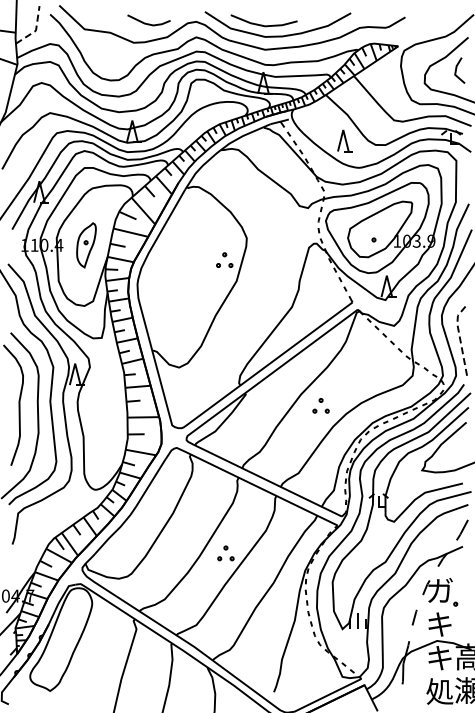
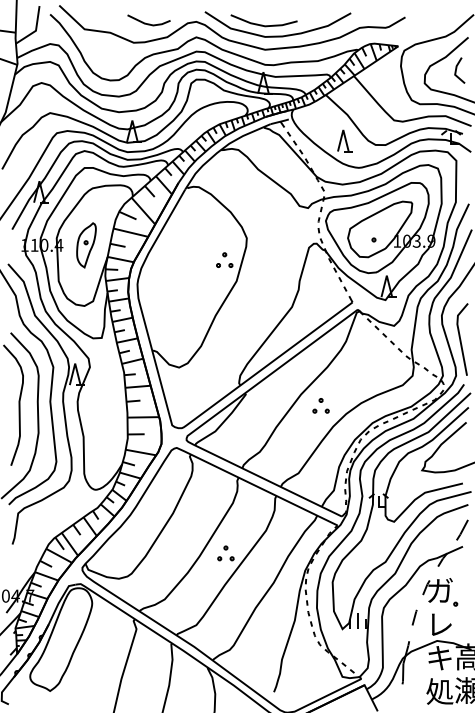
line at (35, 30): dashed -> solid
line at (459, 336): dashed -> solid
text at (439, 624): キ -> レ
